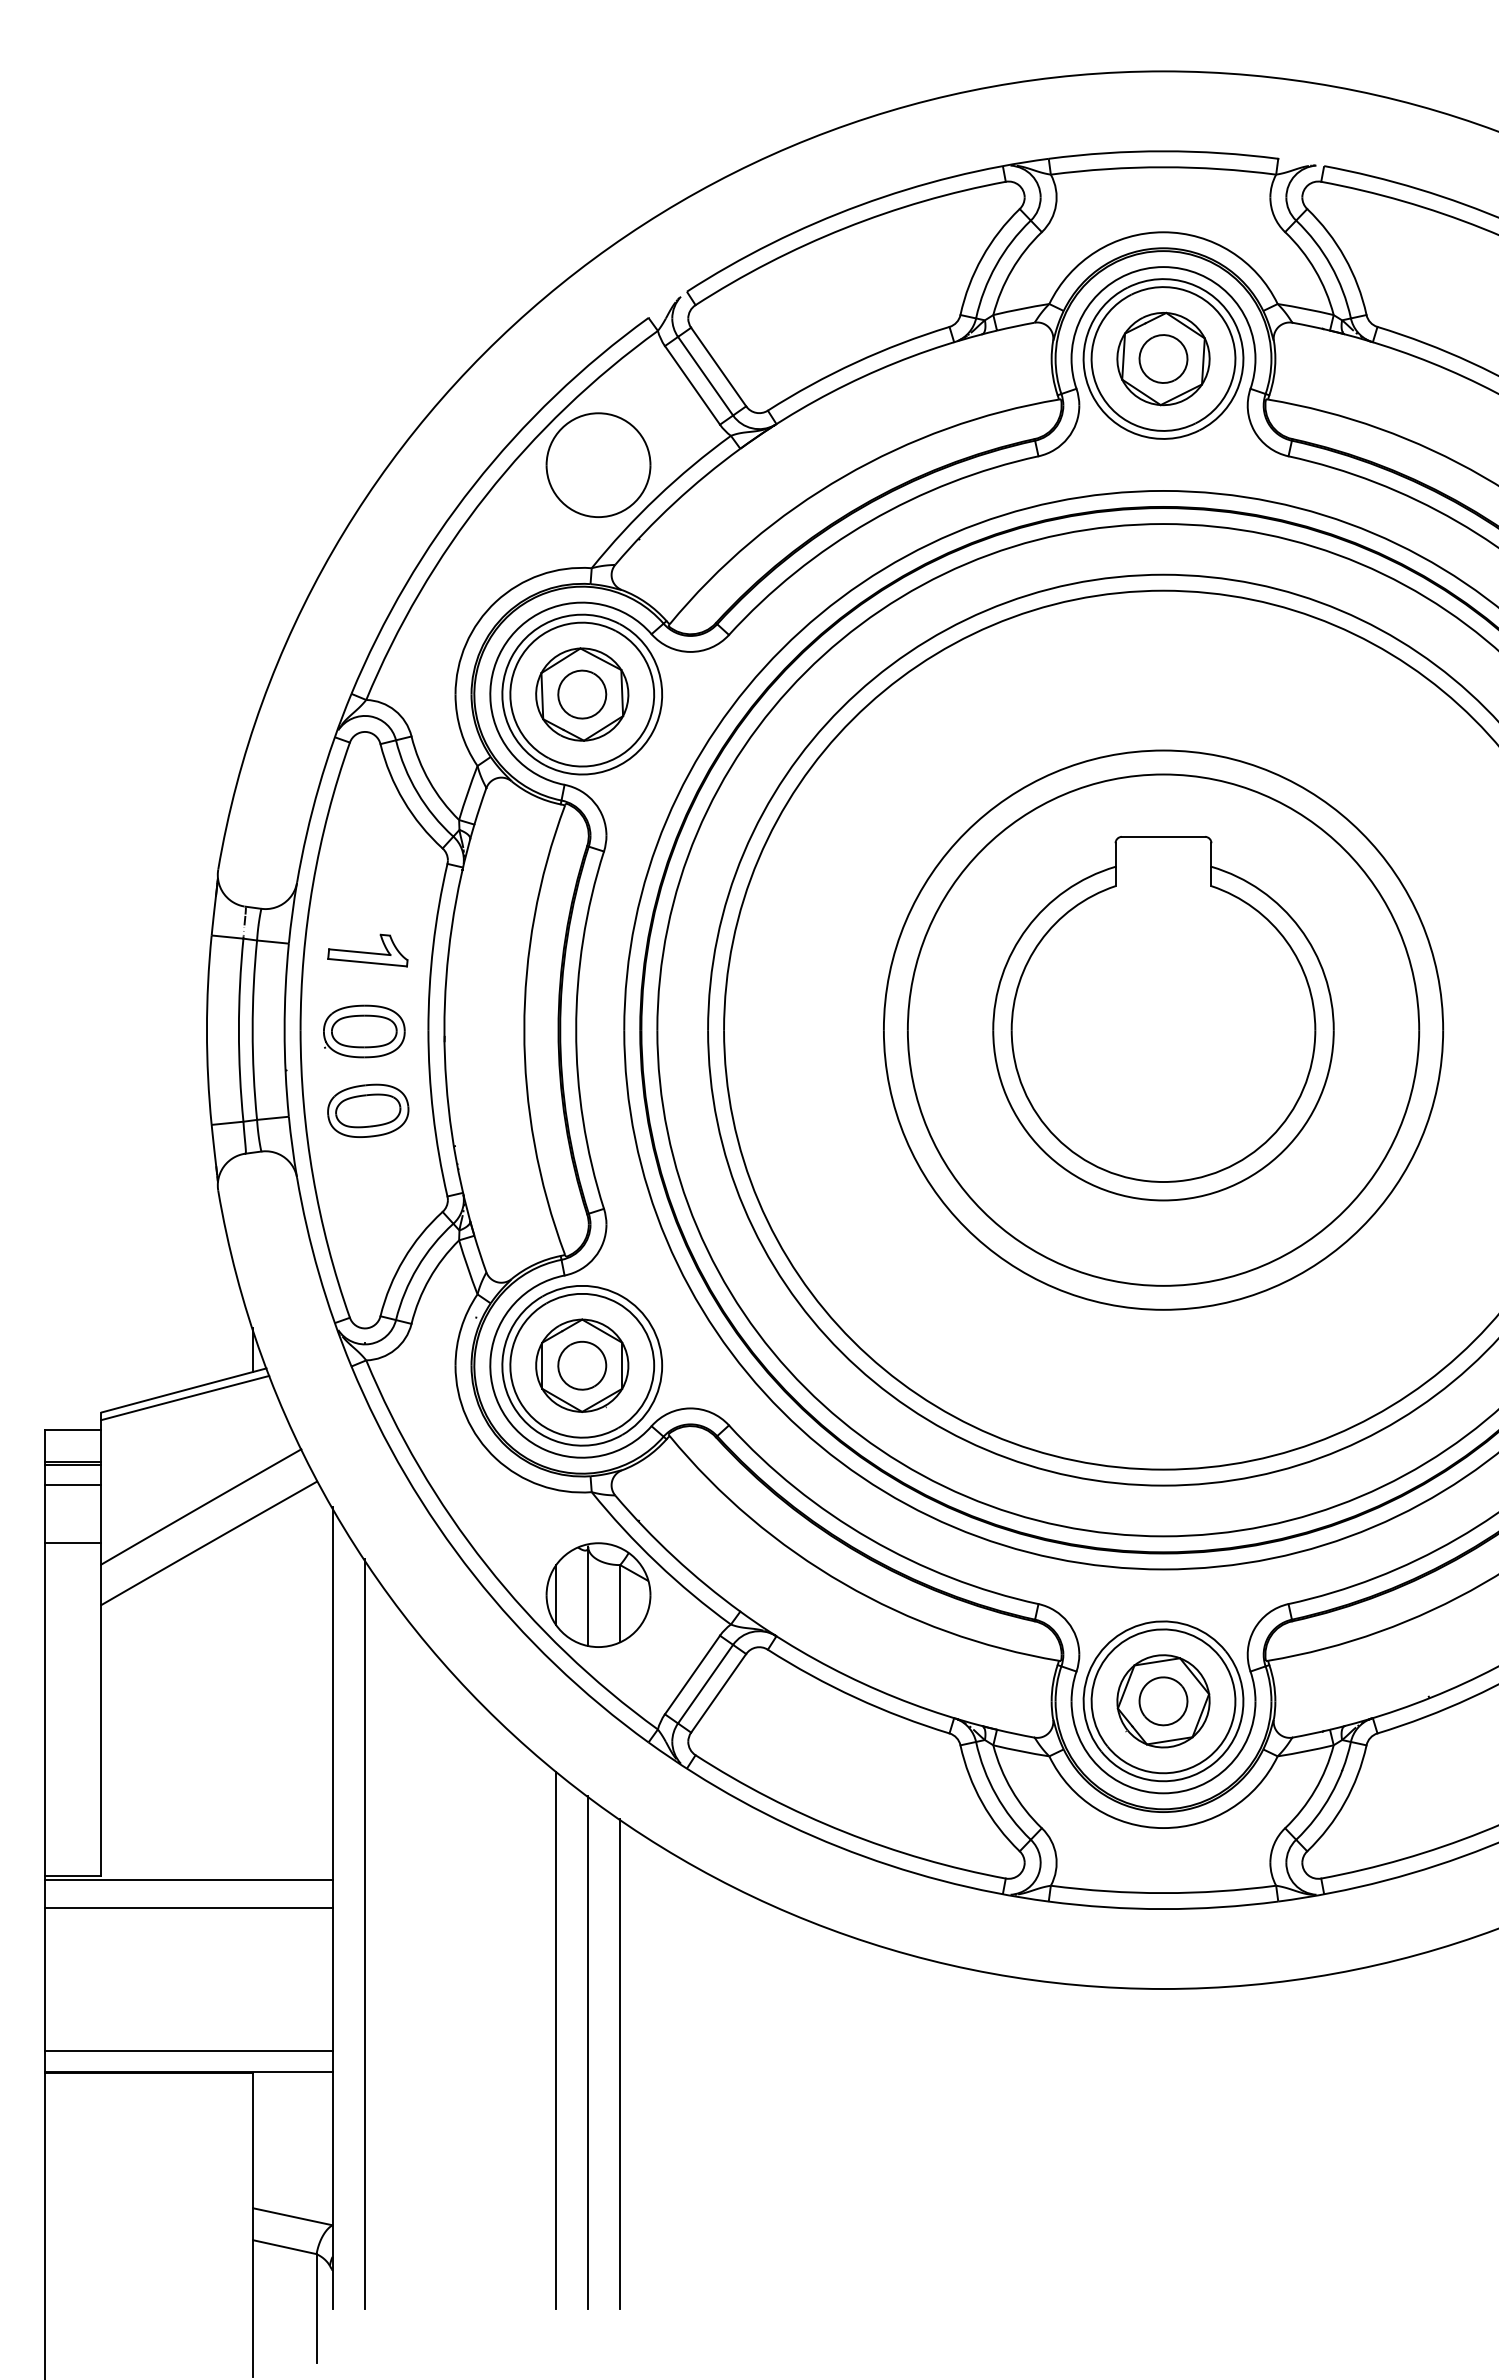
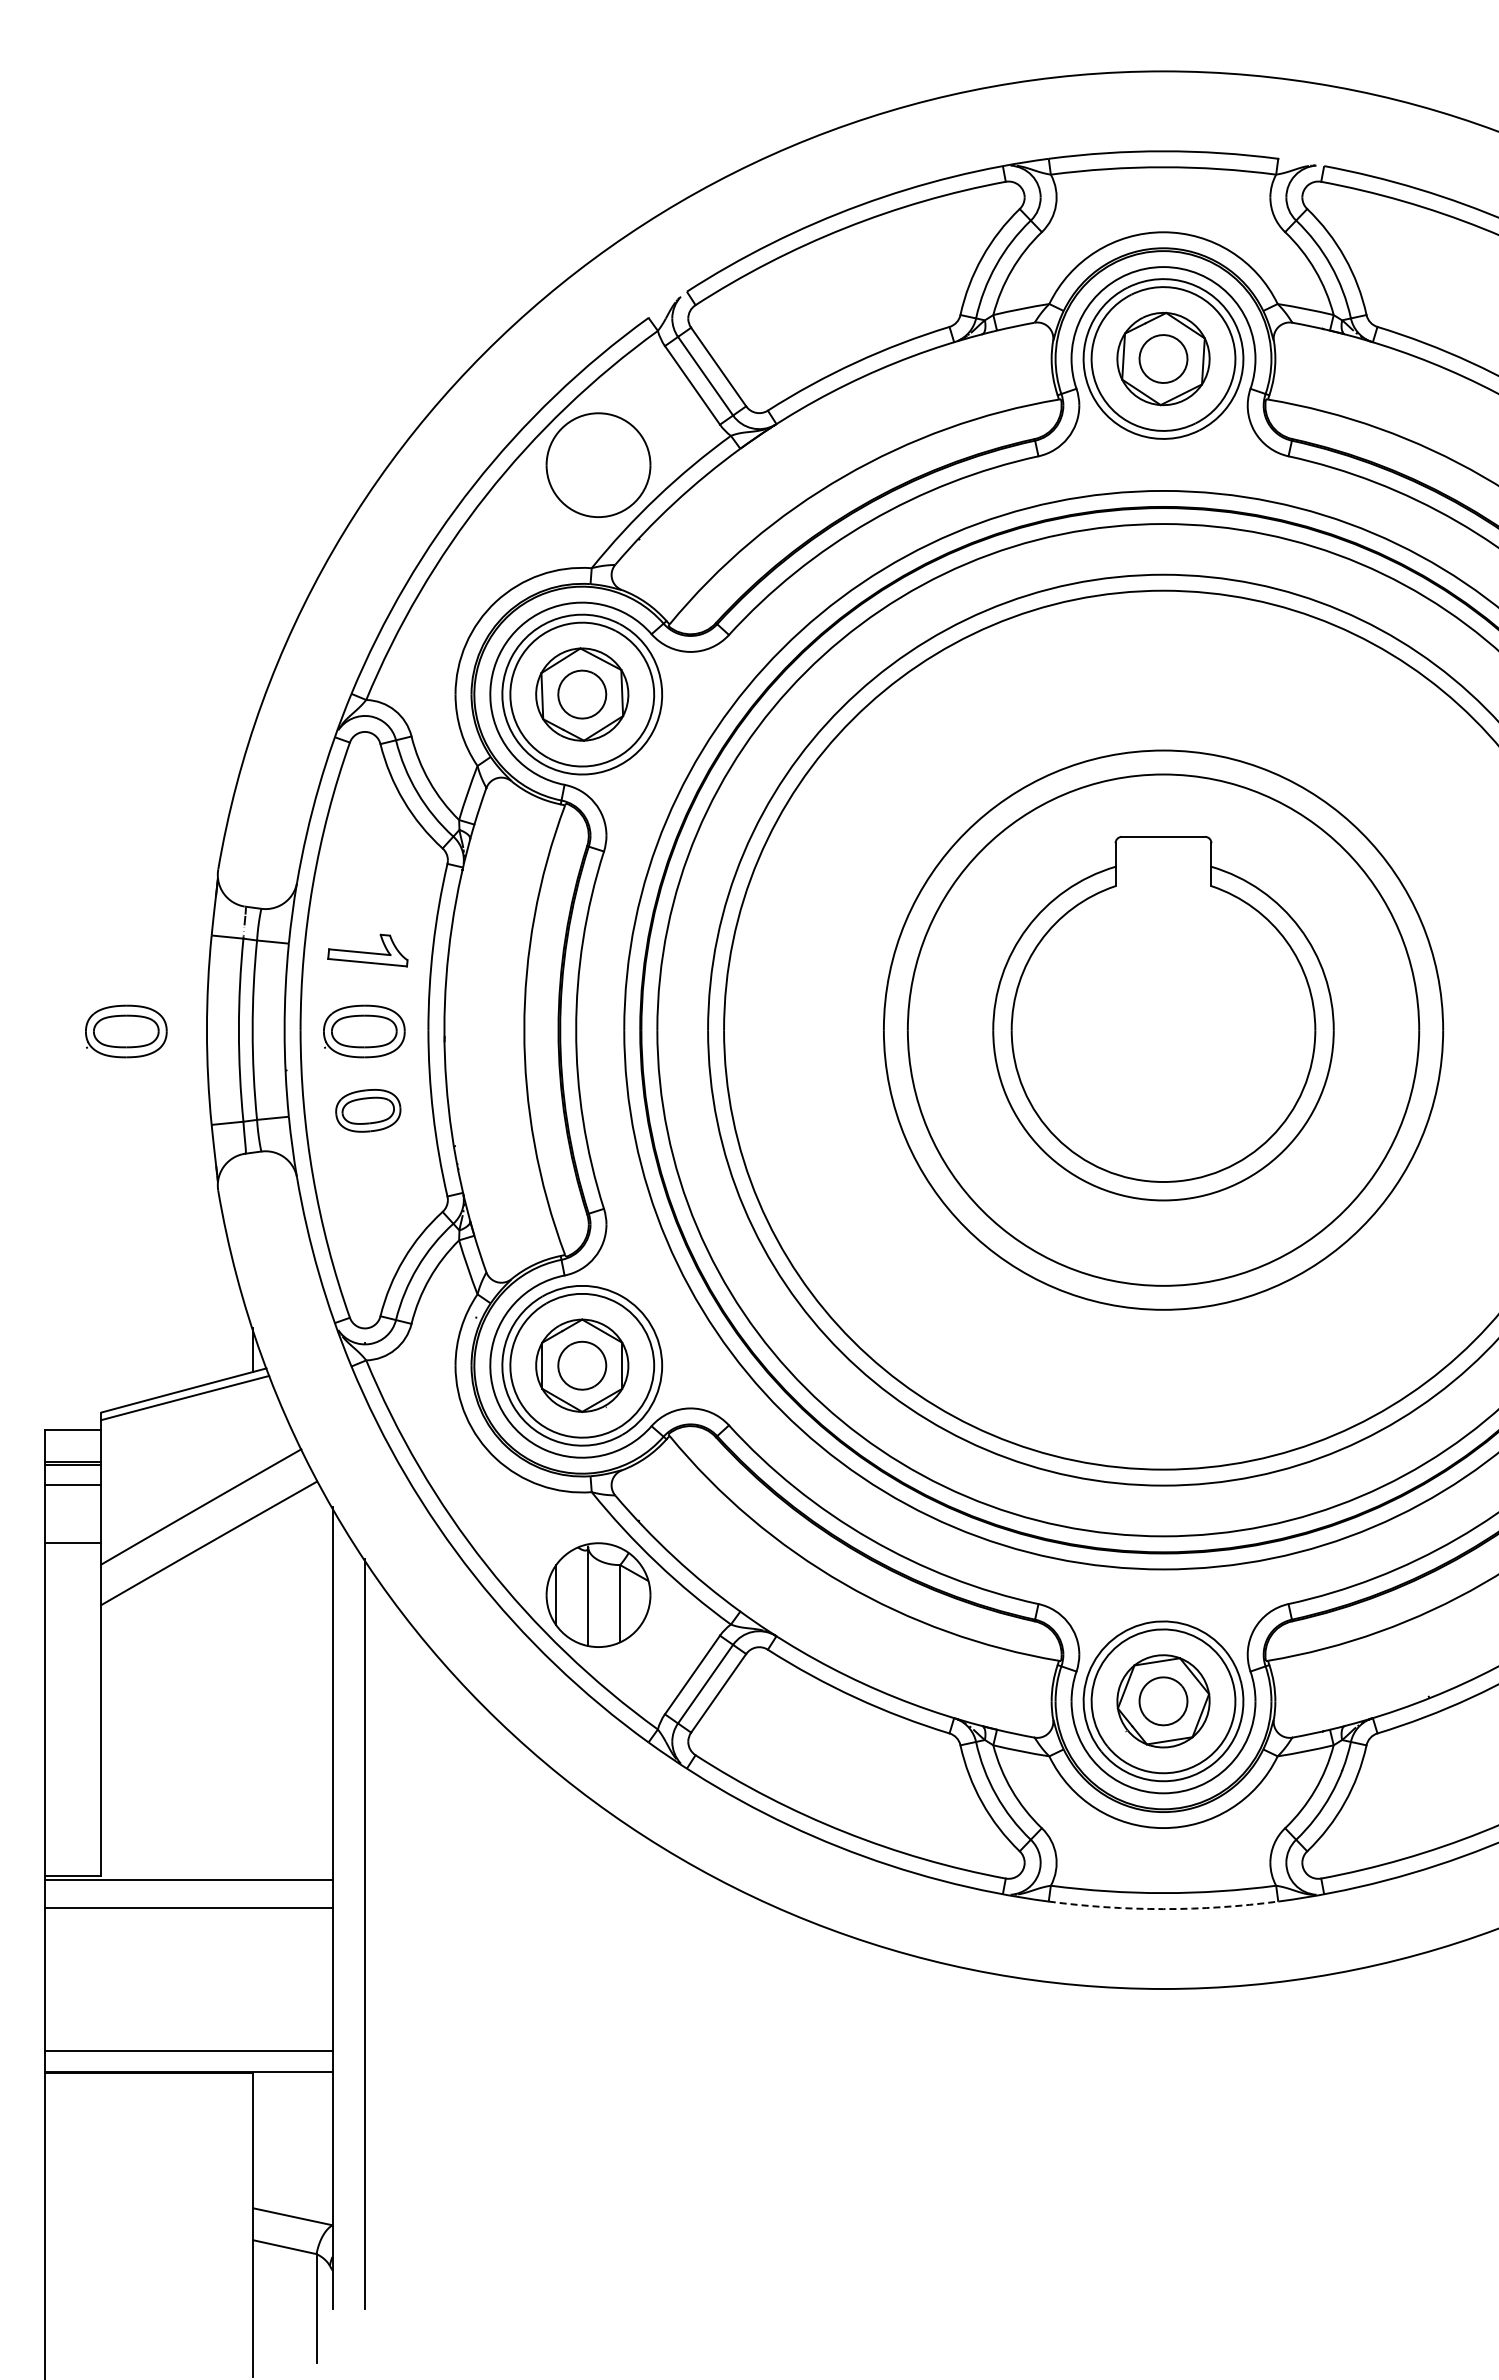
part at (126, 1031): none -> present
part at (368, 1110) size: 83x55 px -> 67x44 px
arc at (1163, 1909): solid -> dashed
line at (556, 2040): present -> none
line at (588, 2051): present -> none
line at (620, 2063): present -> none
